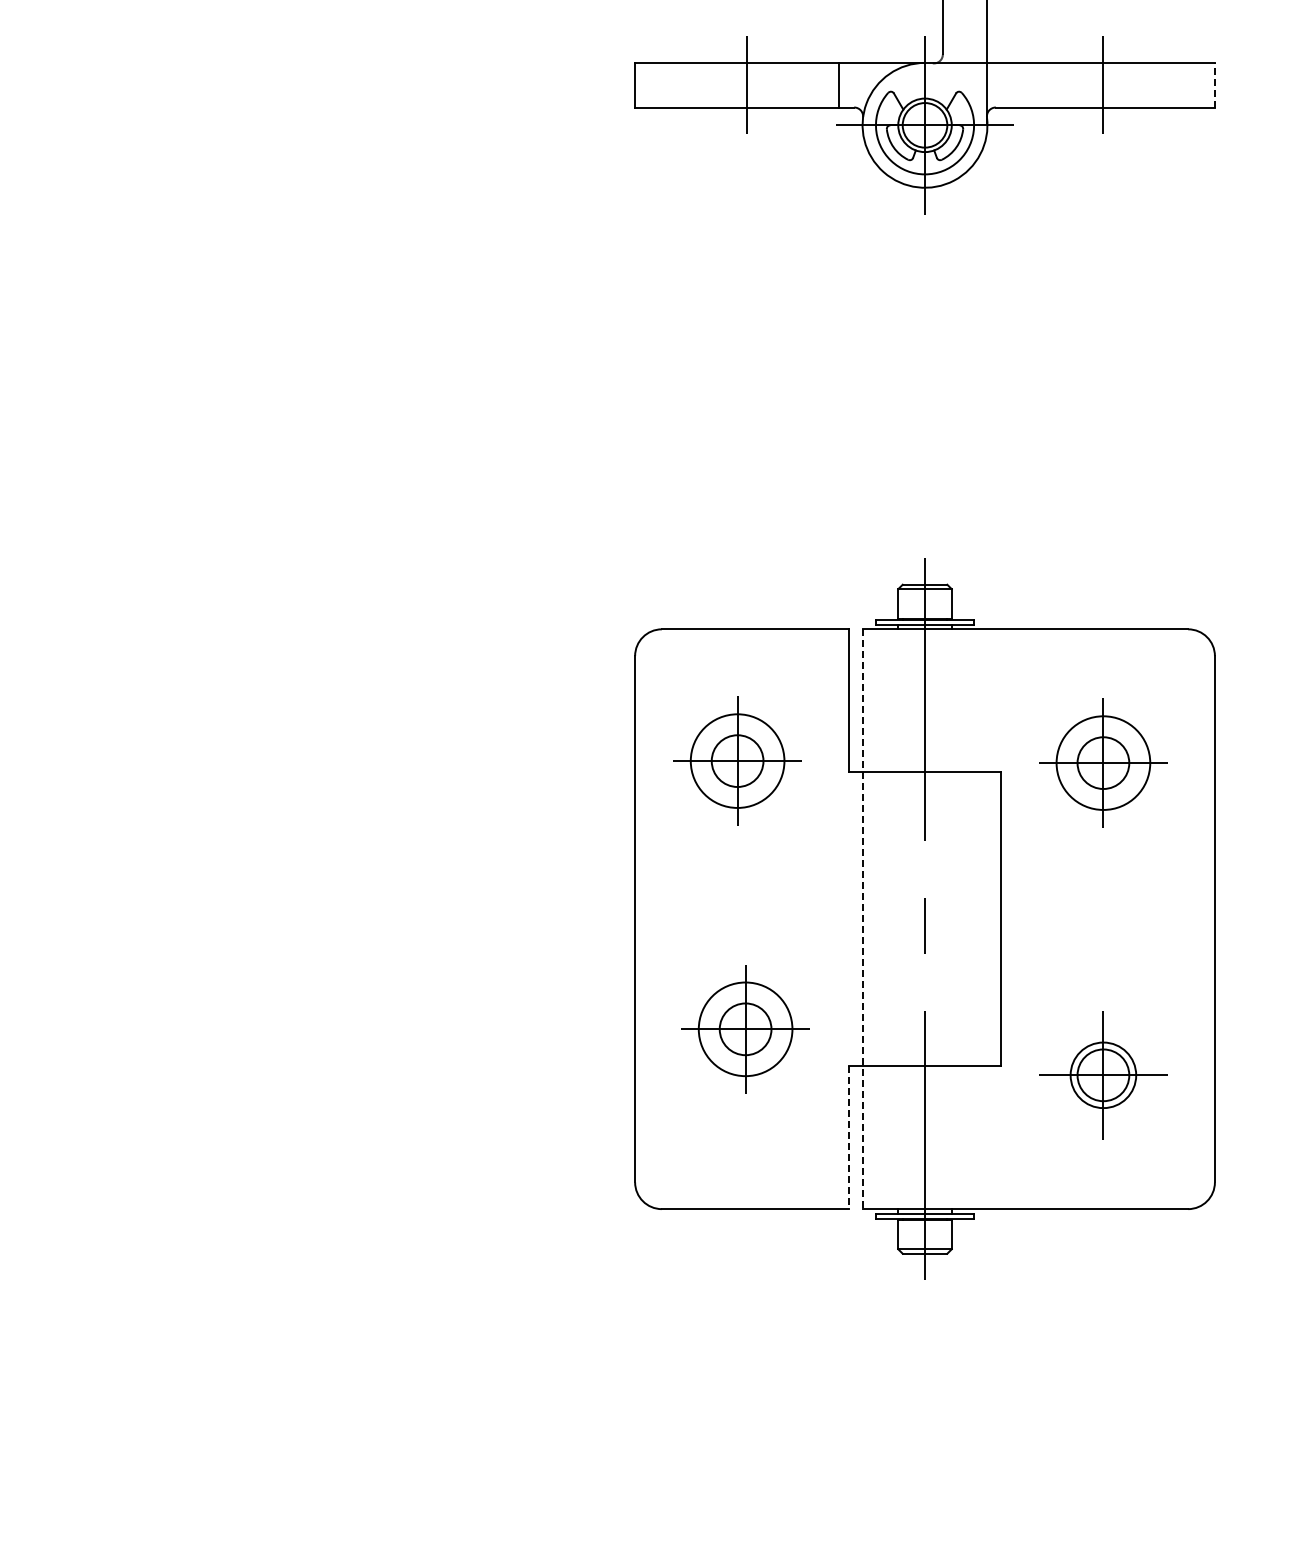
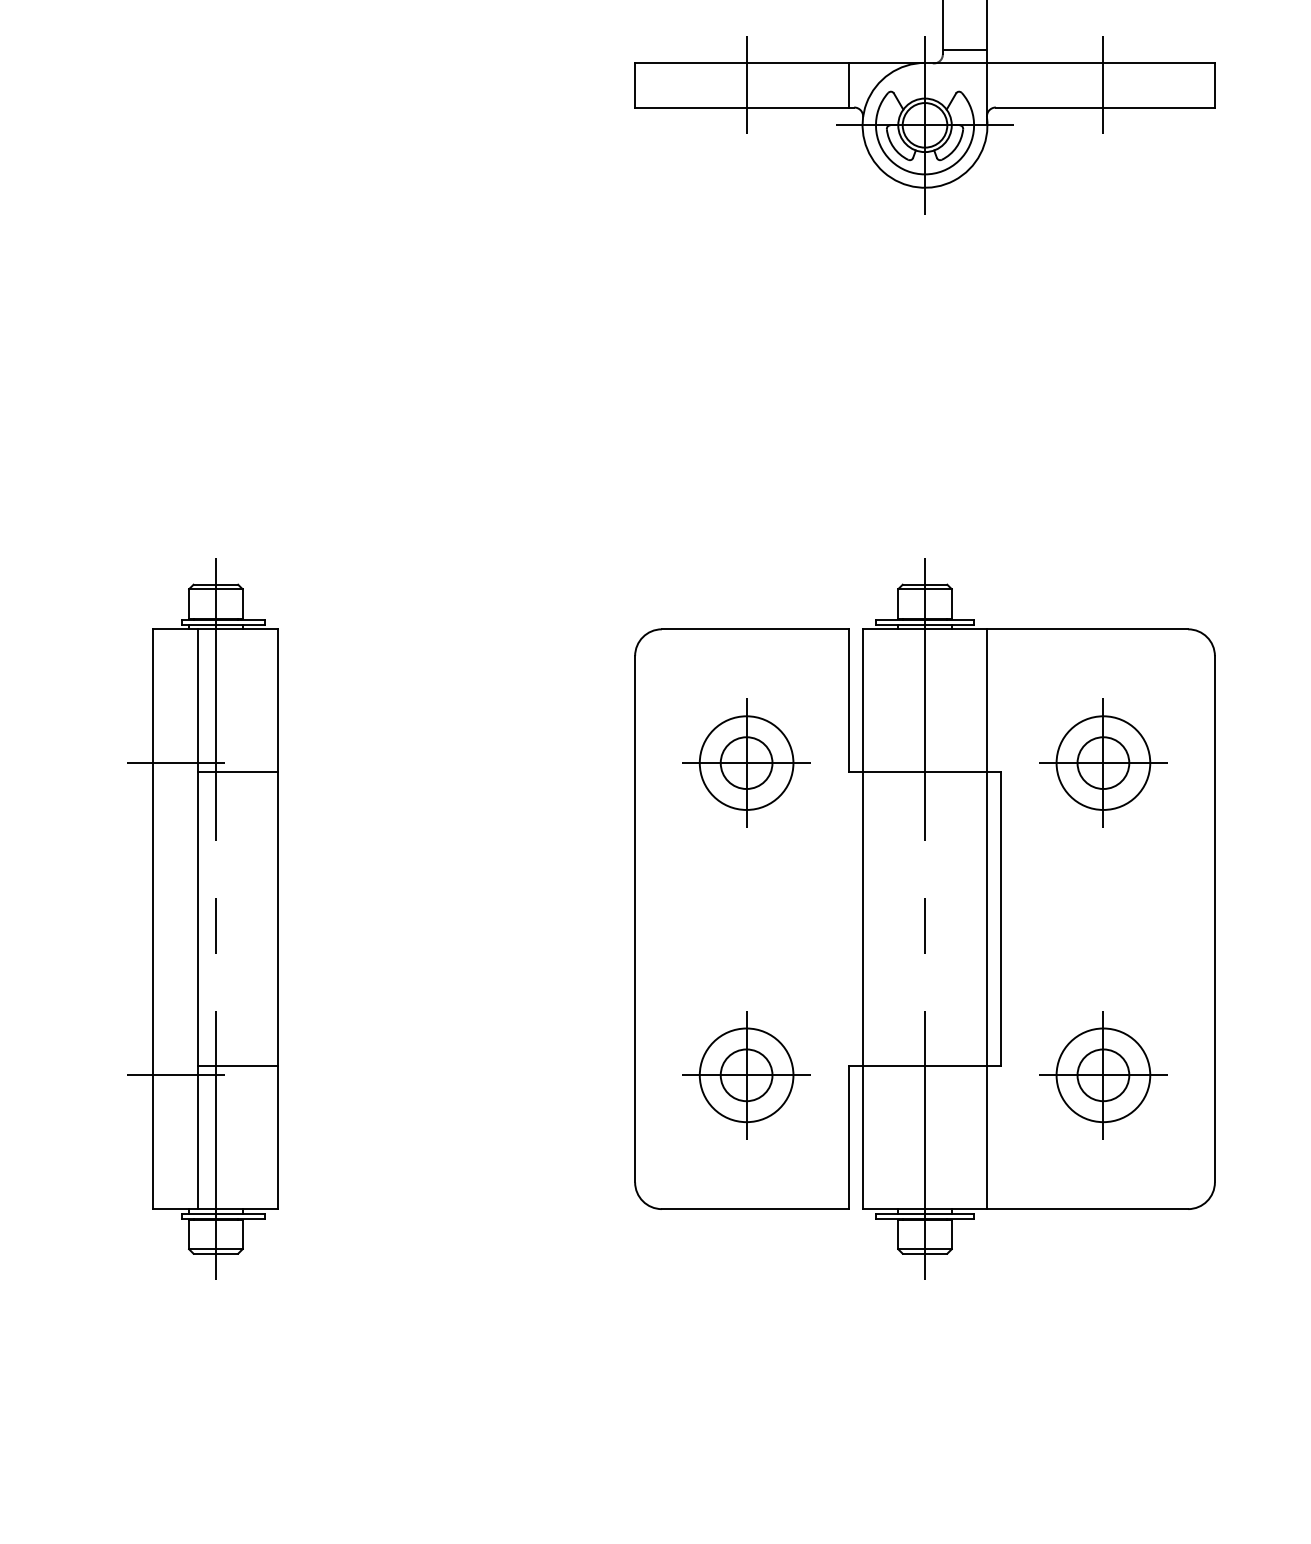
line at (964, 49): none -> present
line at (839, 84) position: (839, 84) -> (849, 84)
line at (1214, 84): dashed -> solid
part at (737, 760) position: (737, 760) -> (746, 762)
part at (202, 918): none -> present
line at (862, 919): dashed -> solid
line at (987, 919): none -> present
part at (745, 1029) position: (745, 1029) -> (746, 1075)
circle at (1103, 1075) diameter: 66 px -> 94 px
line at (849, 1138): dashed -> solid
